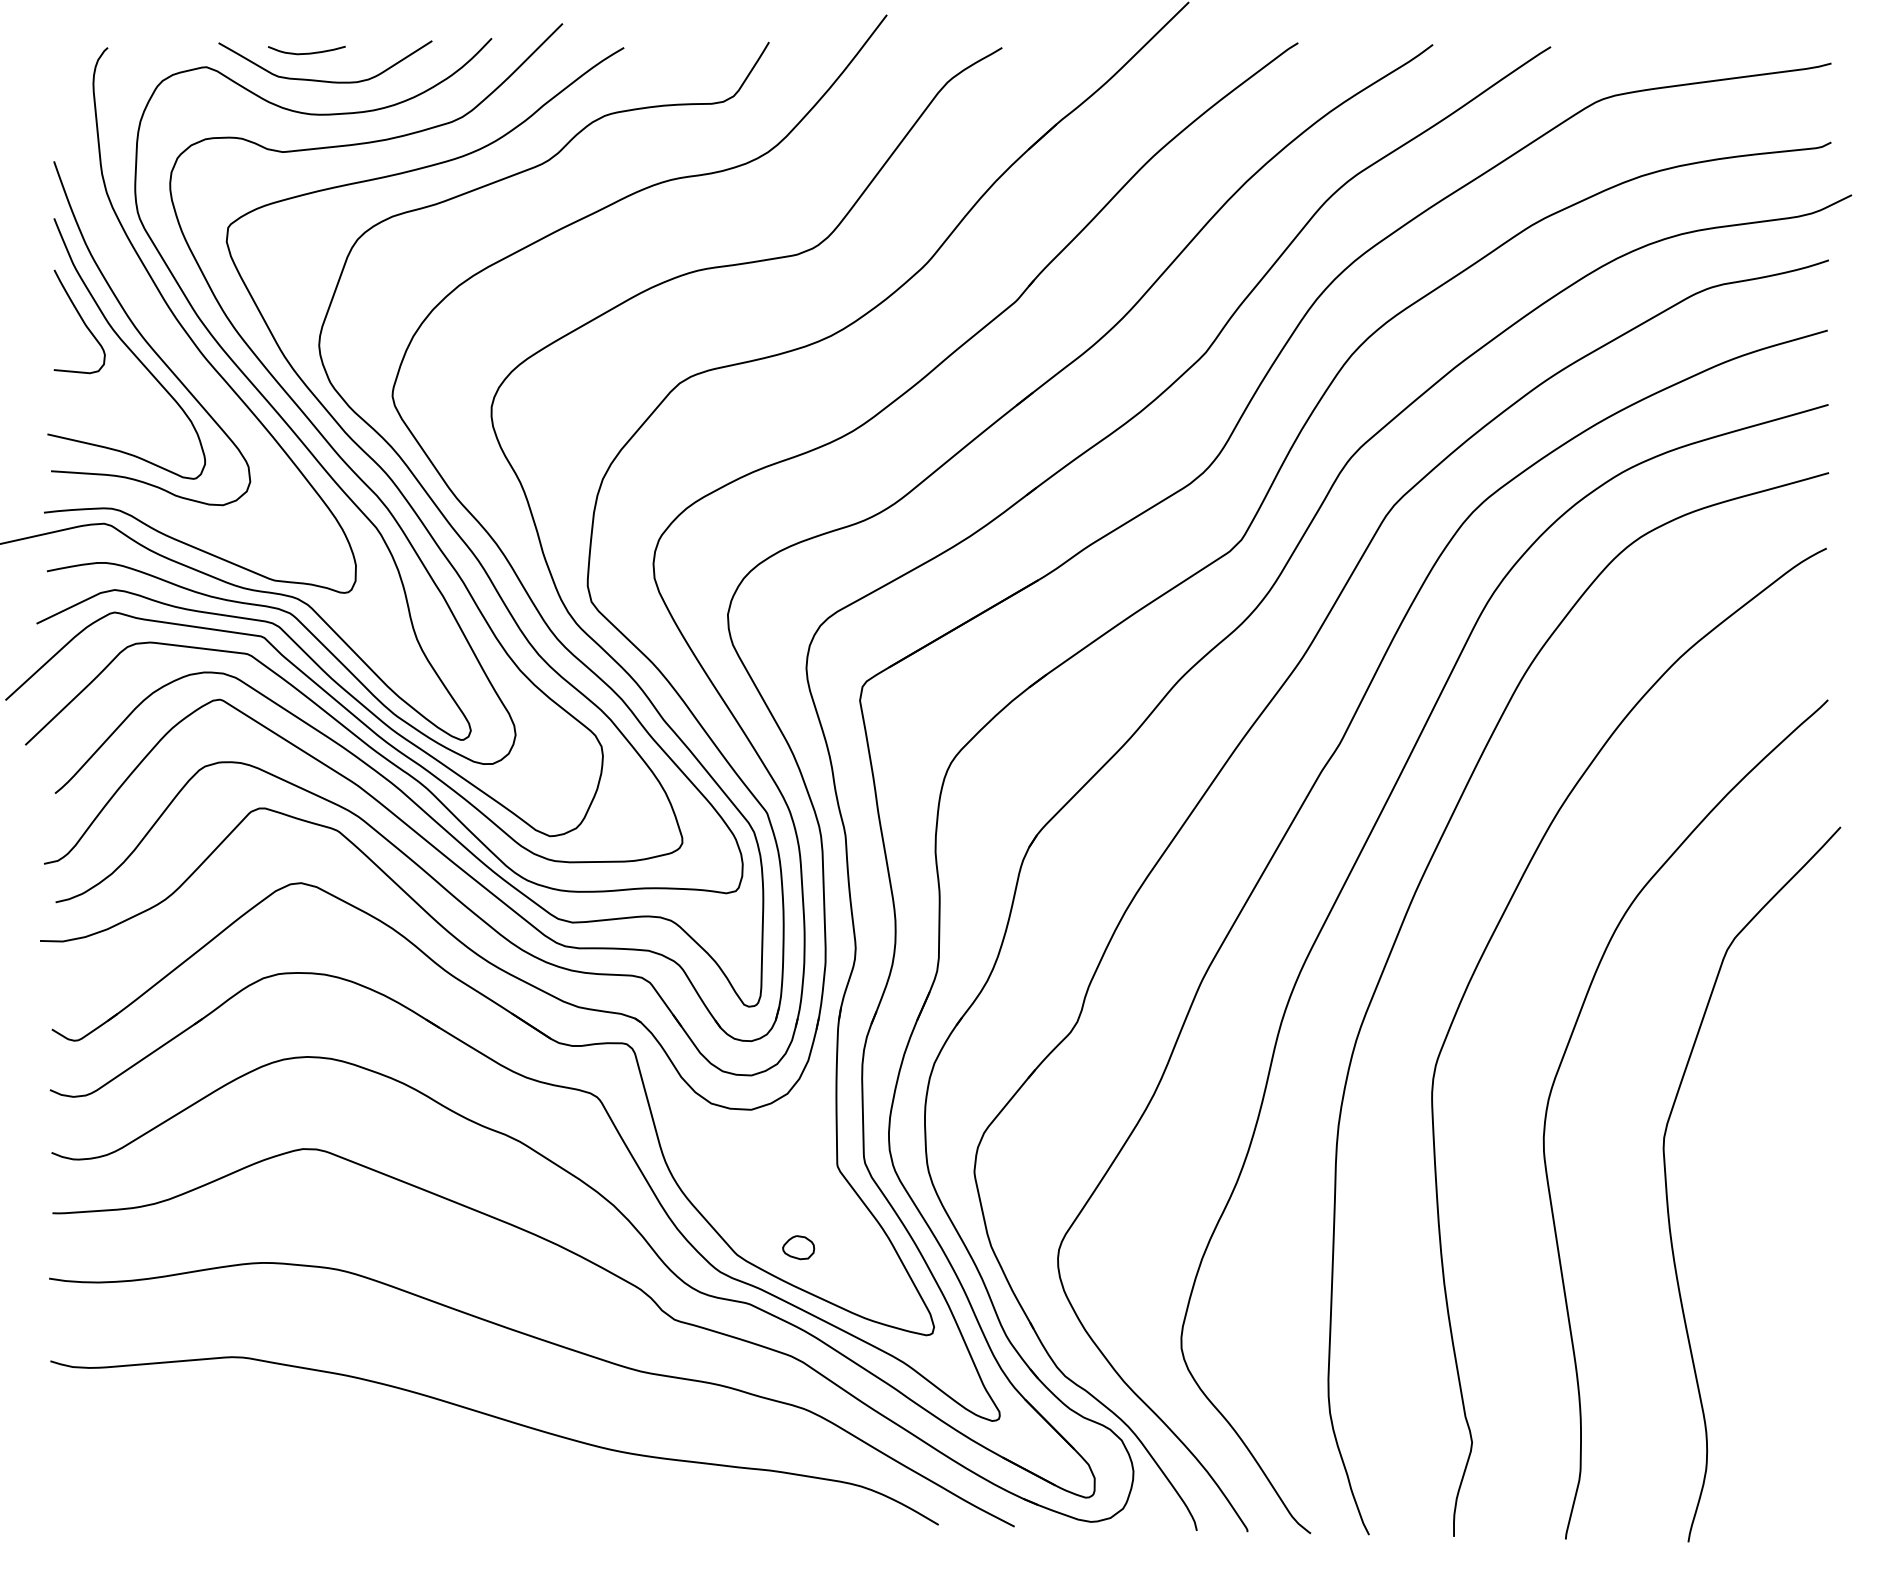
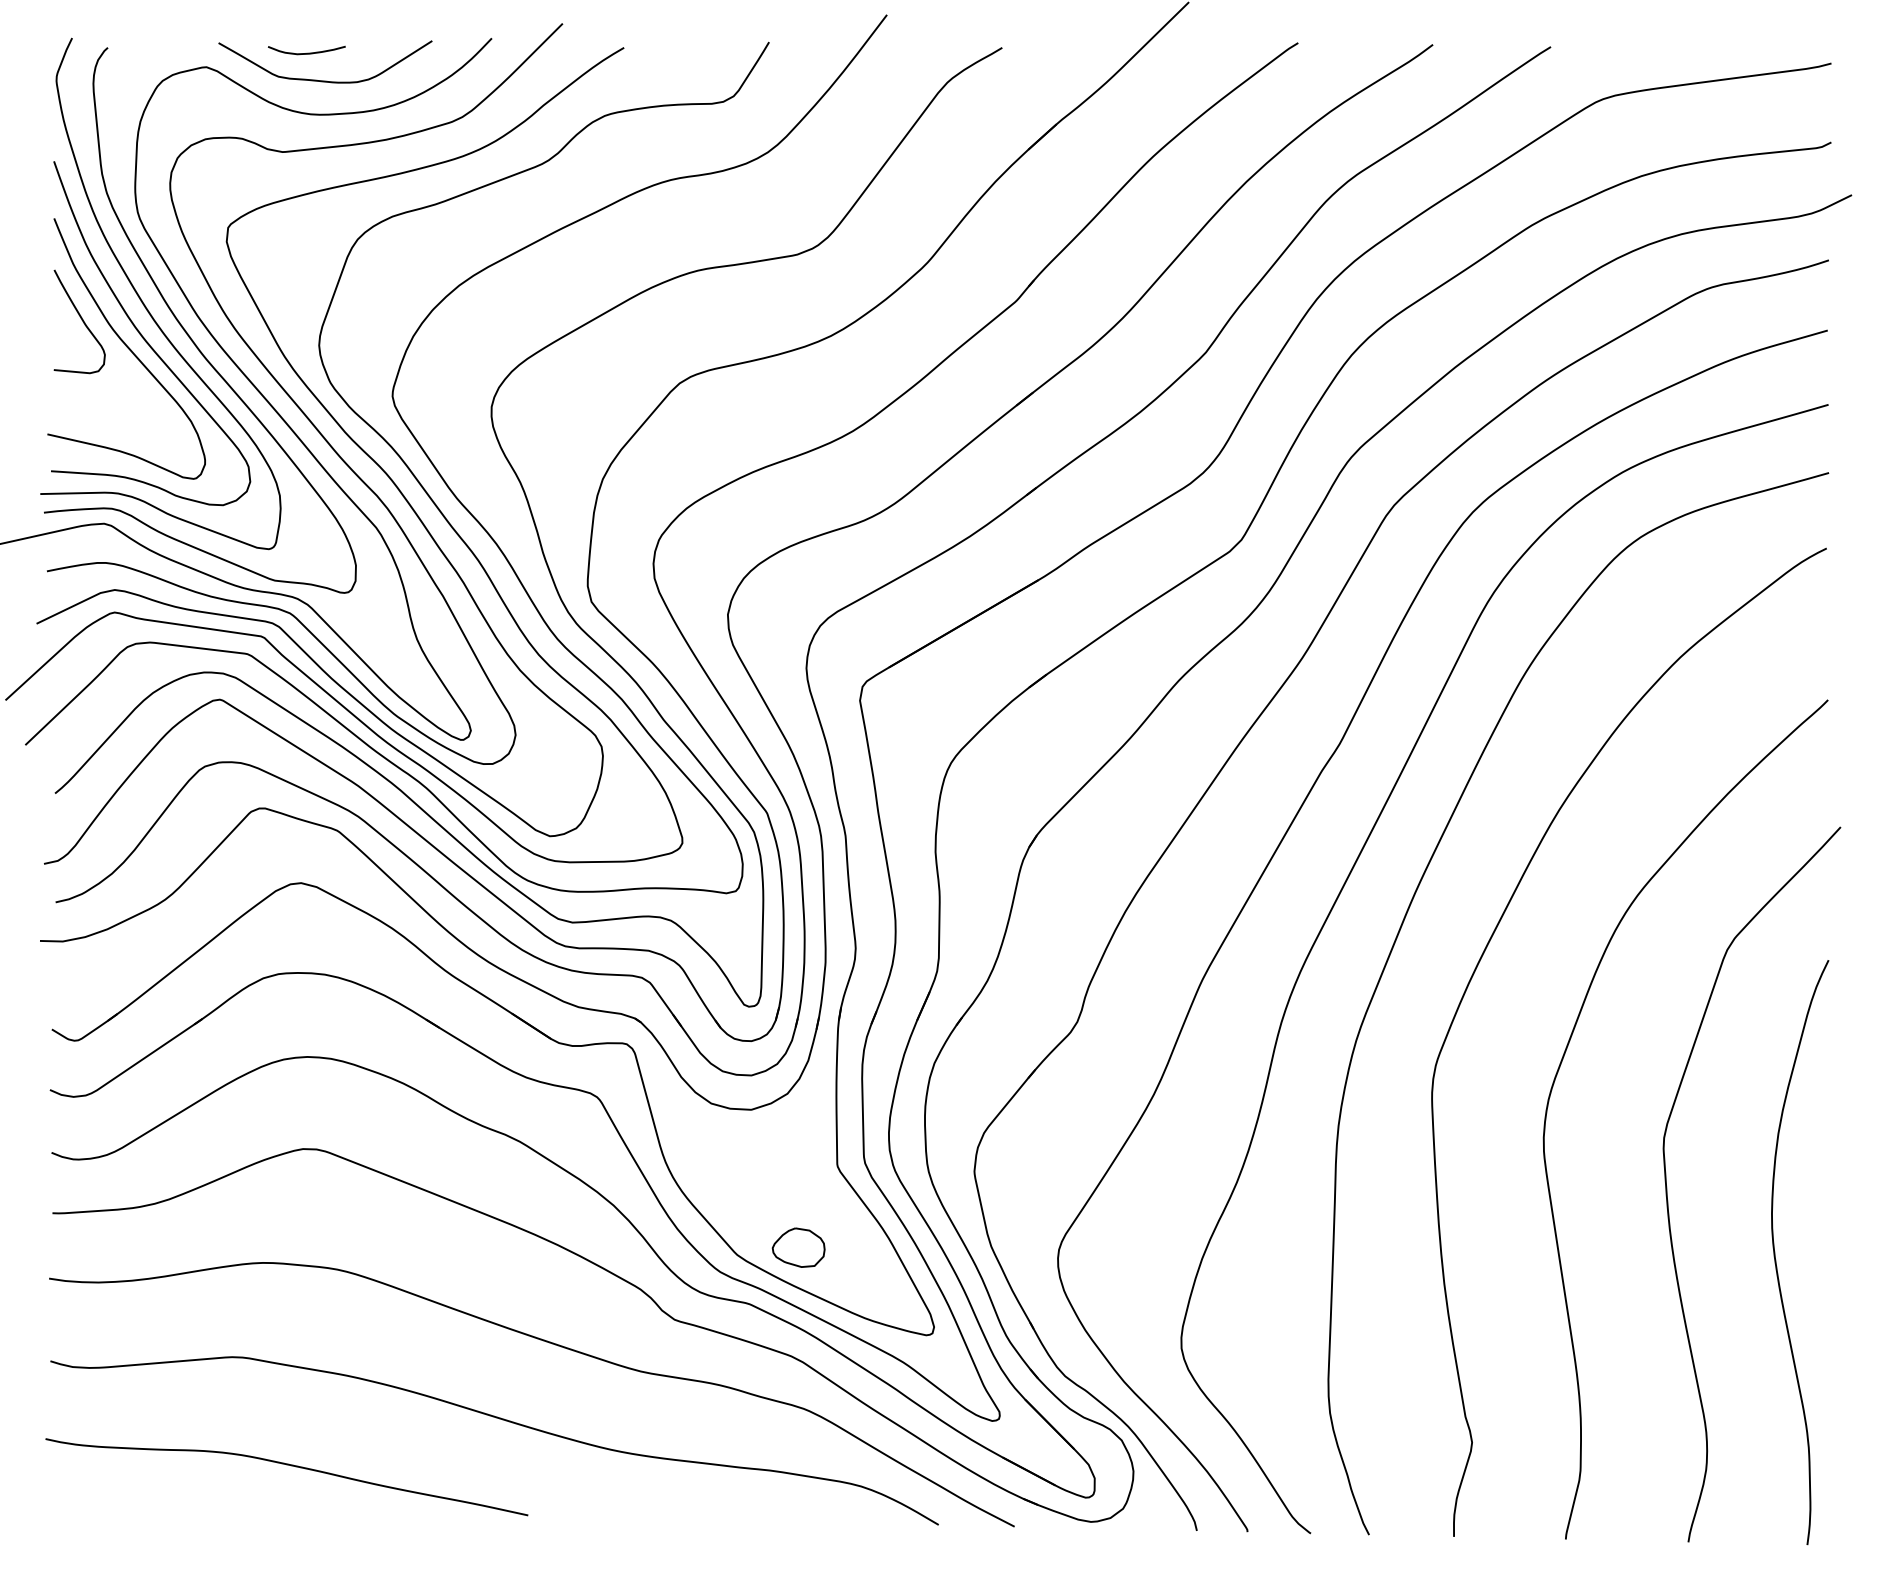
curve at (144, 303): none -> present
part at (798, 1247) size: 34x26 px -> 55x41 px
curve at (1775, 1252): none -> present
curve at (286, 1465): none -> present
